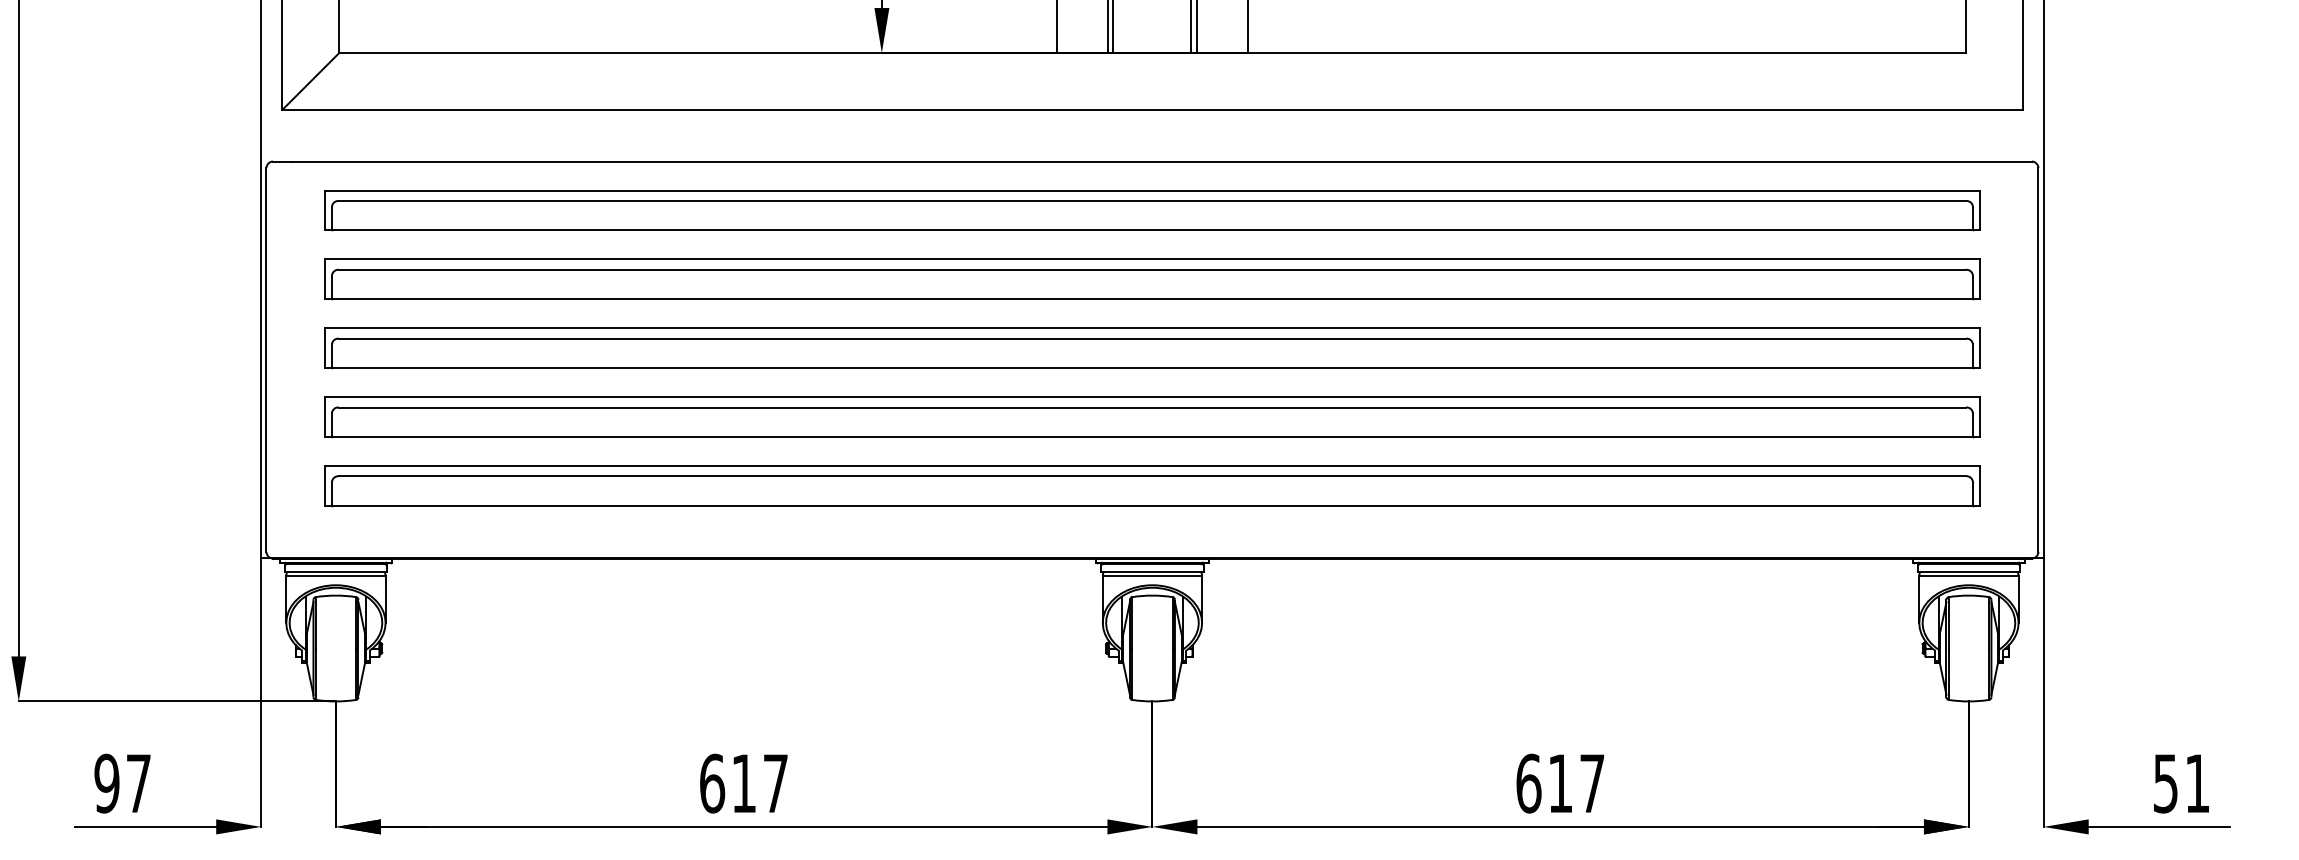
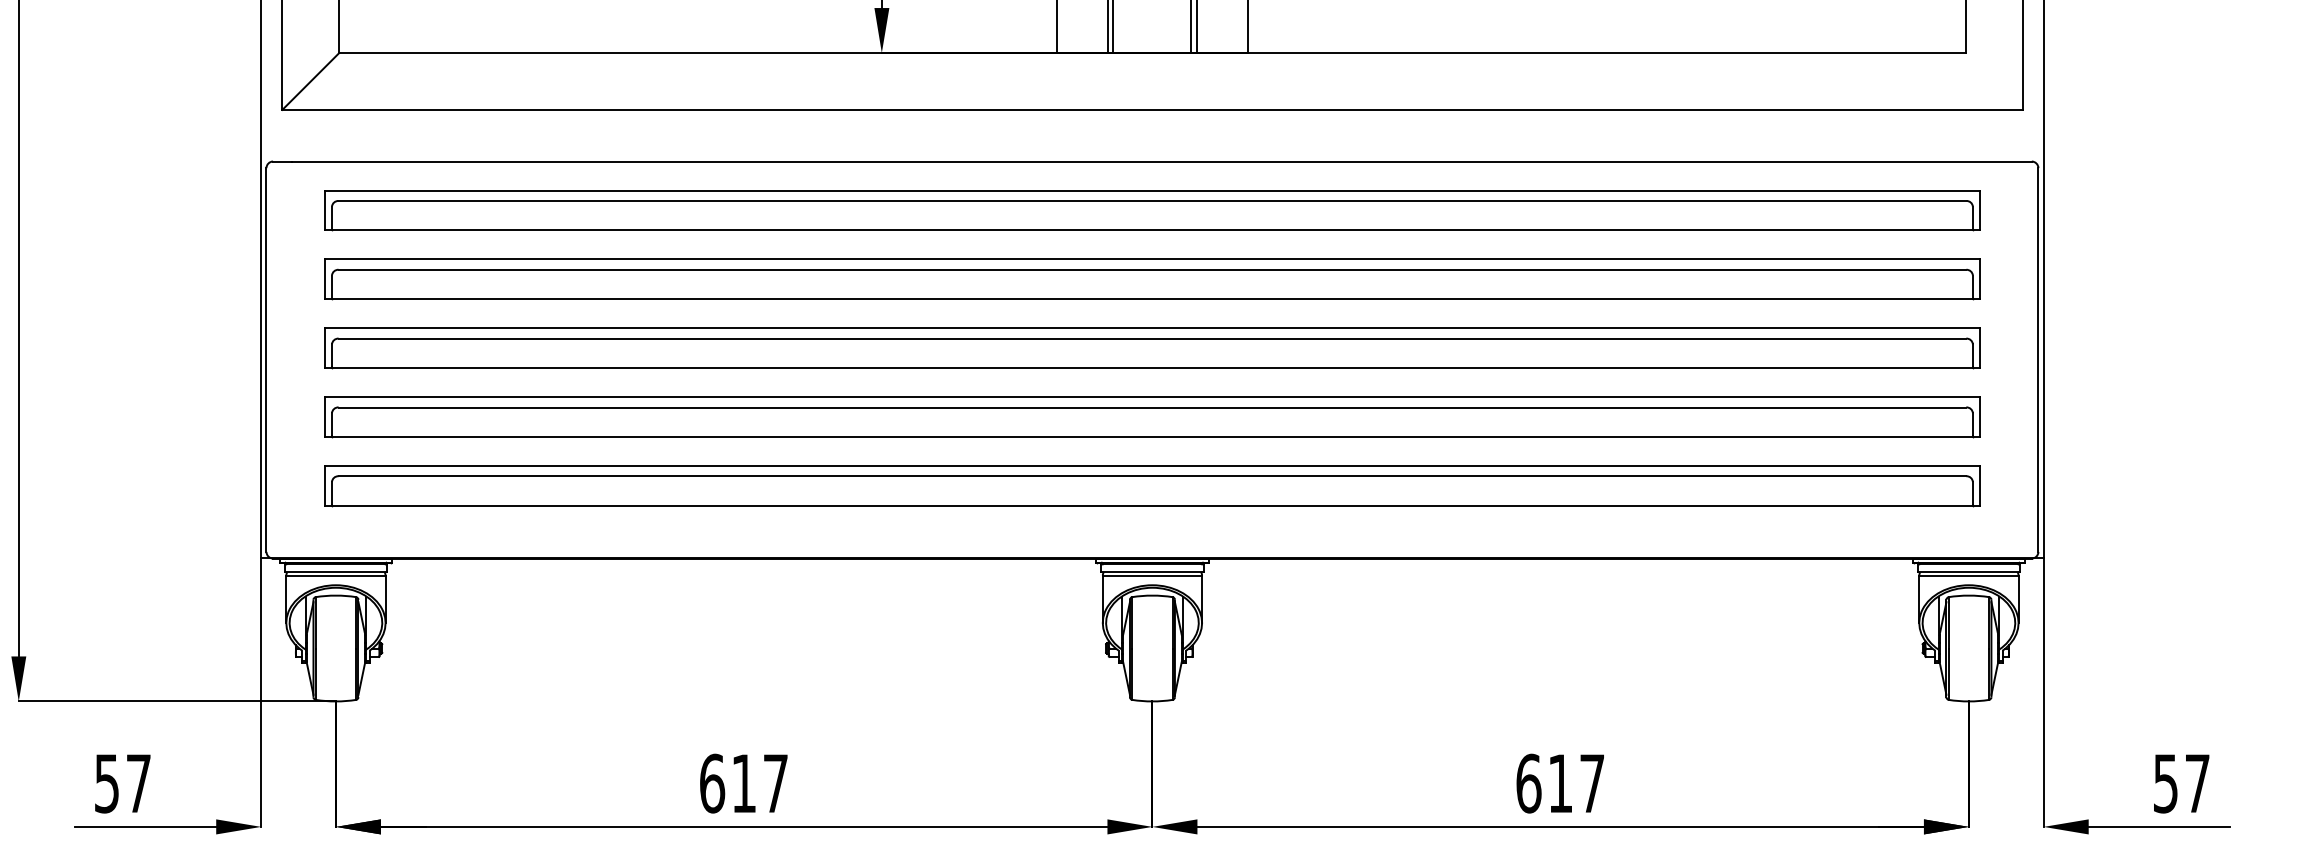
text at (106, 783): 97 -> 57
text at (2197, 783): 51 -> 57
